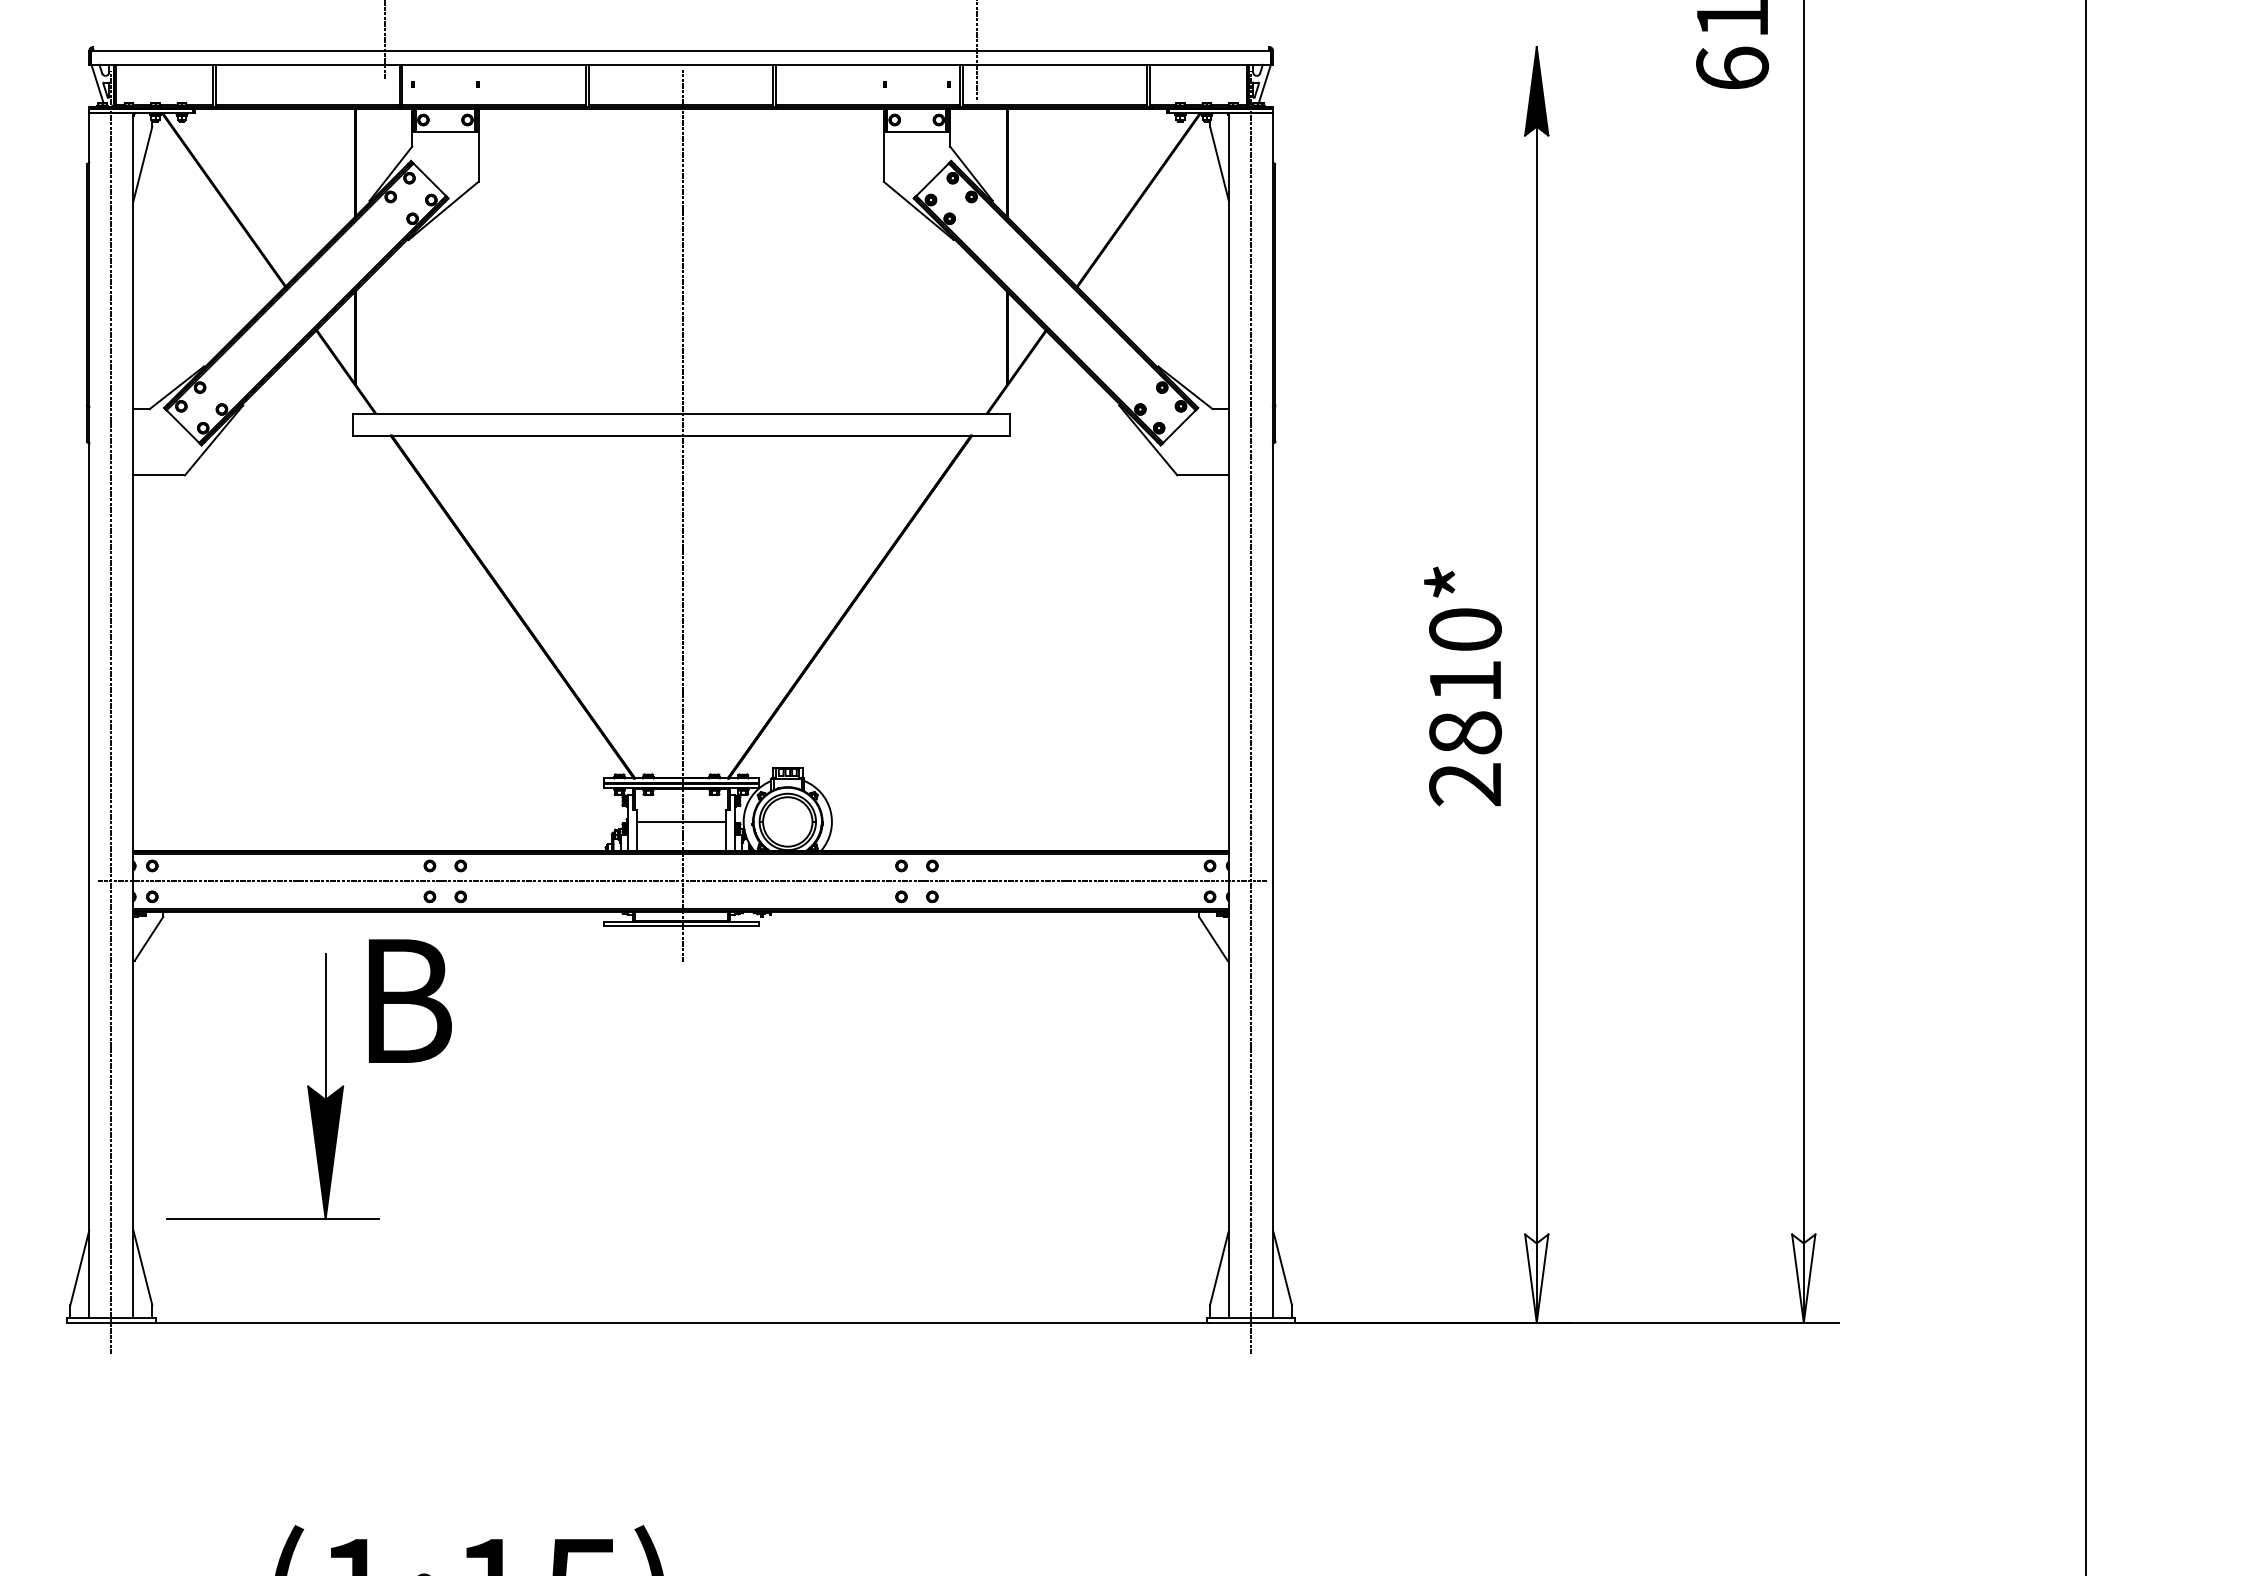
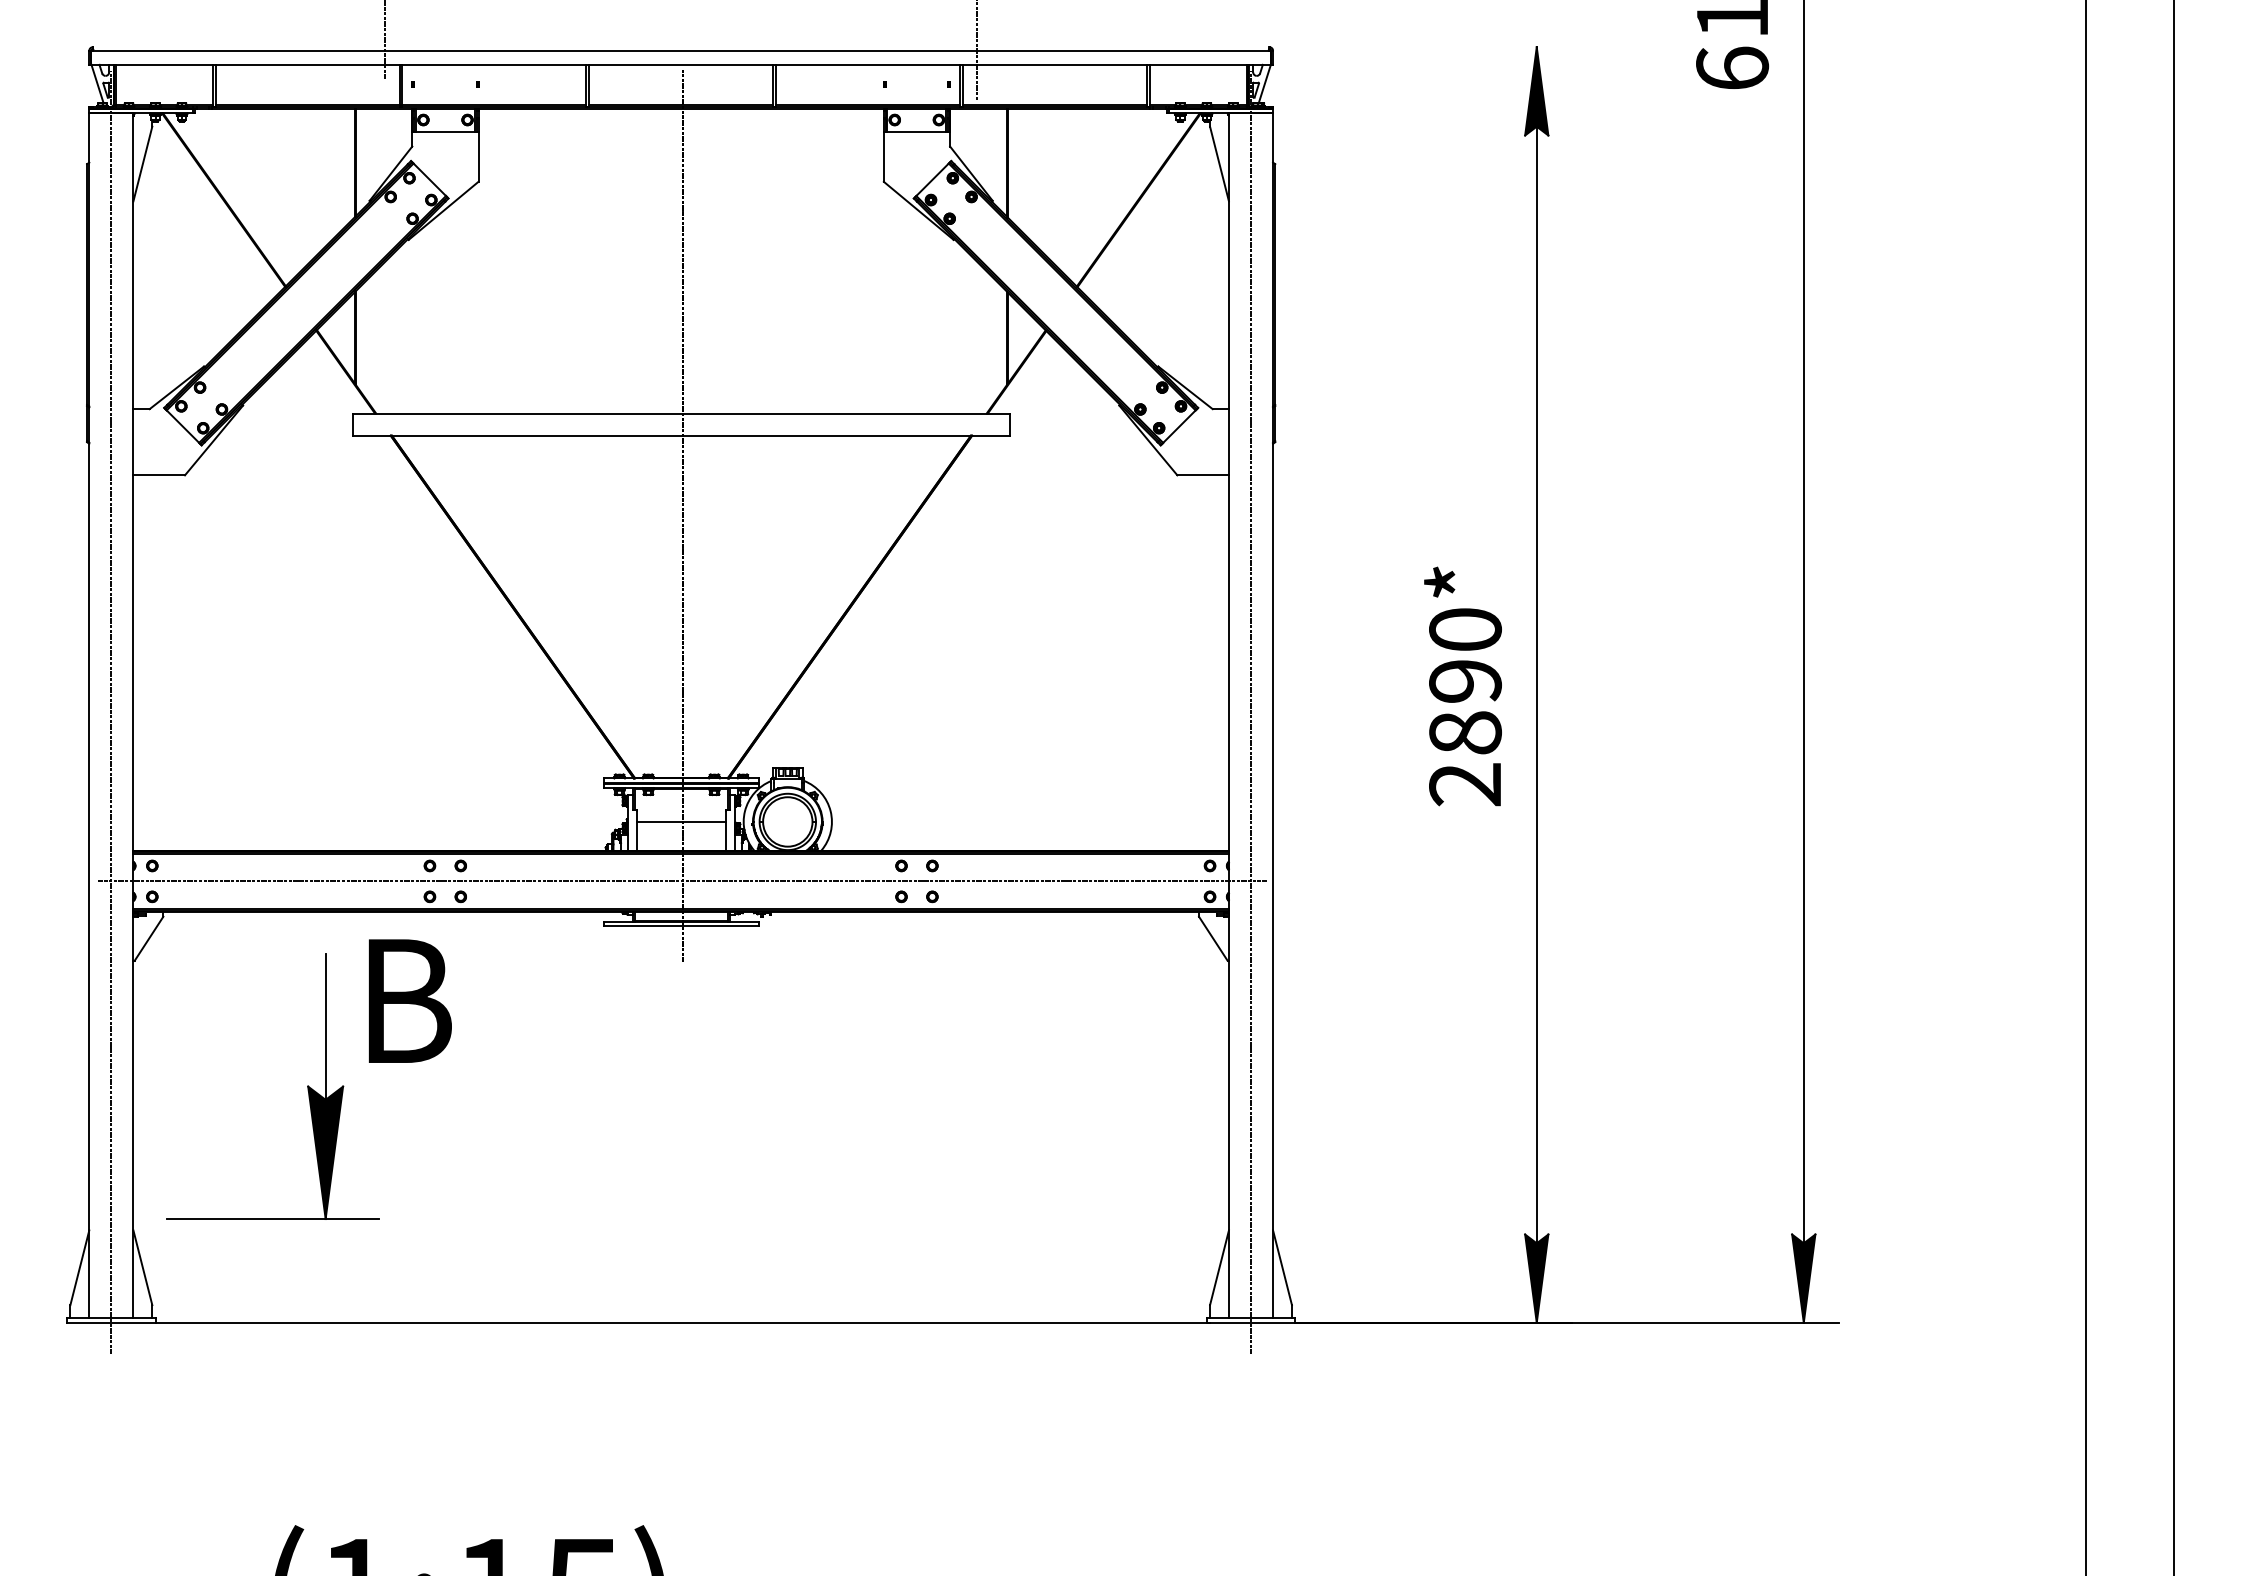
text at (1465, 681): 2810* -> 2890*
line at (2173, 787): none -> present
fill at (1536, 1278): none -> present
fill at (1803, 1278): none -> present
